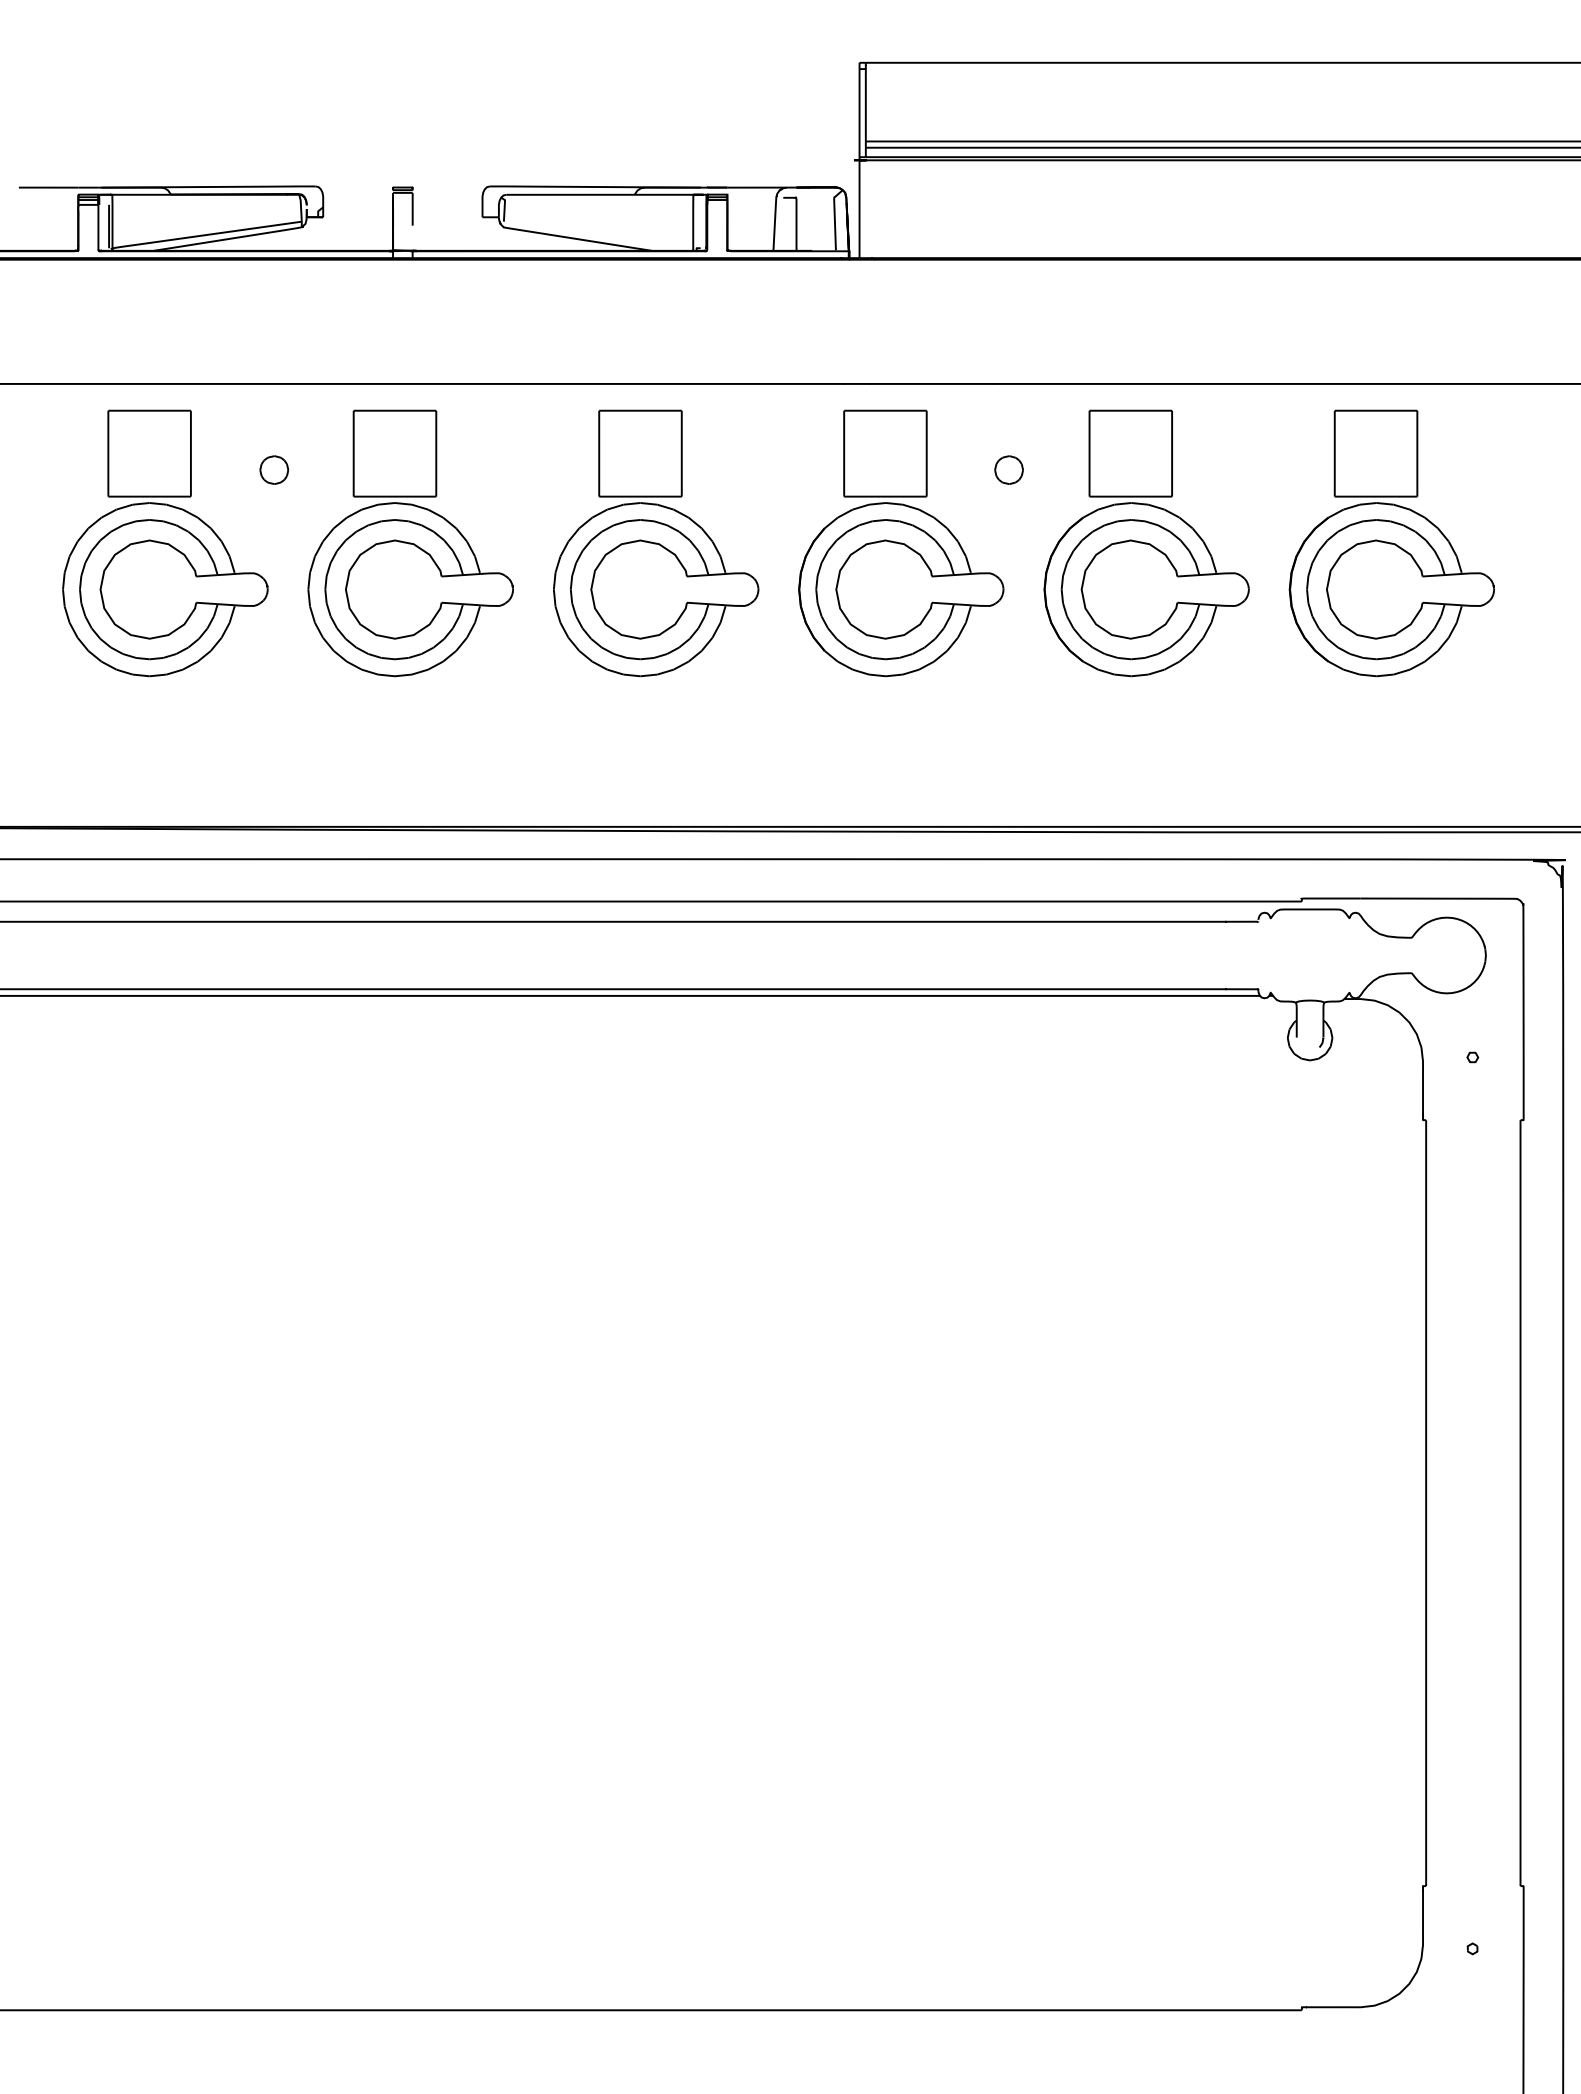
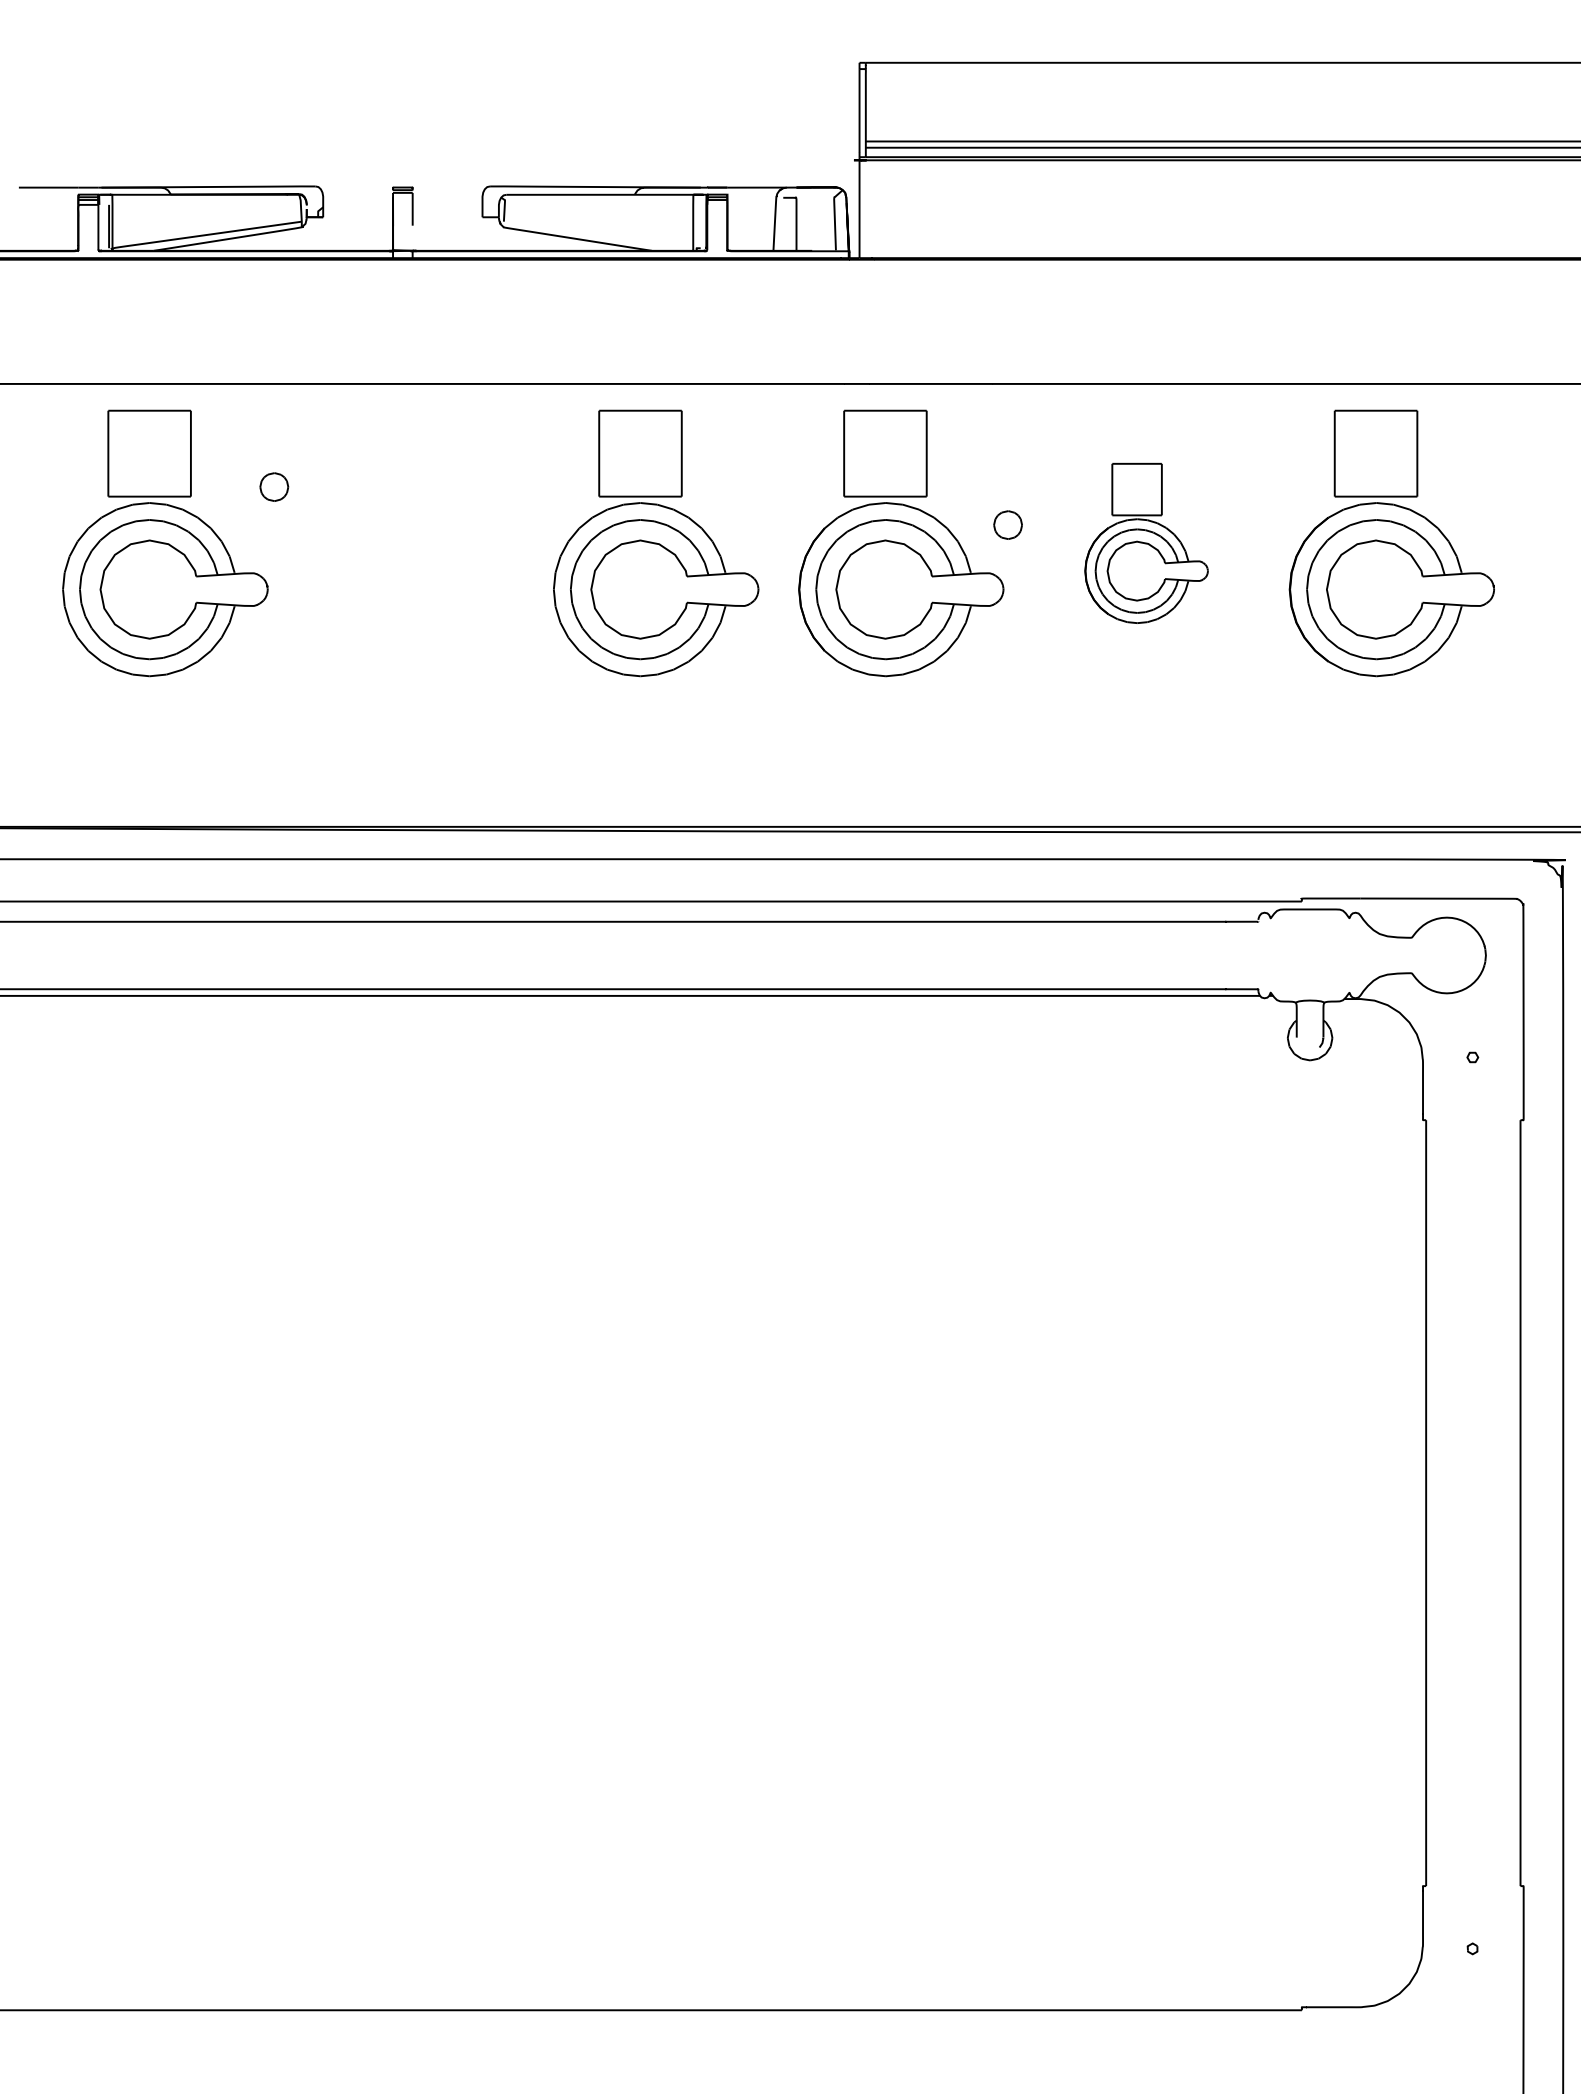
part at (274, 469) position: (274, 469) -> (274, 486)
part at (1008, 469) position: (1008, 469) -> (1007, 524)
part at (410, 543): present -> none
part at (1146, 543) size: 207x269 px -> 125x162 px
